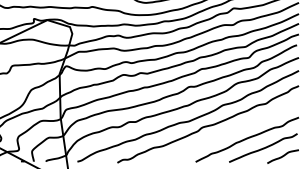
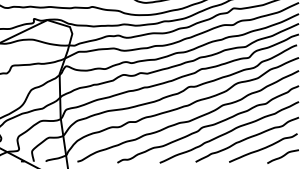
curve at (229, 132): none -> present
